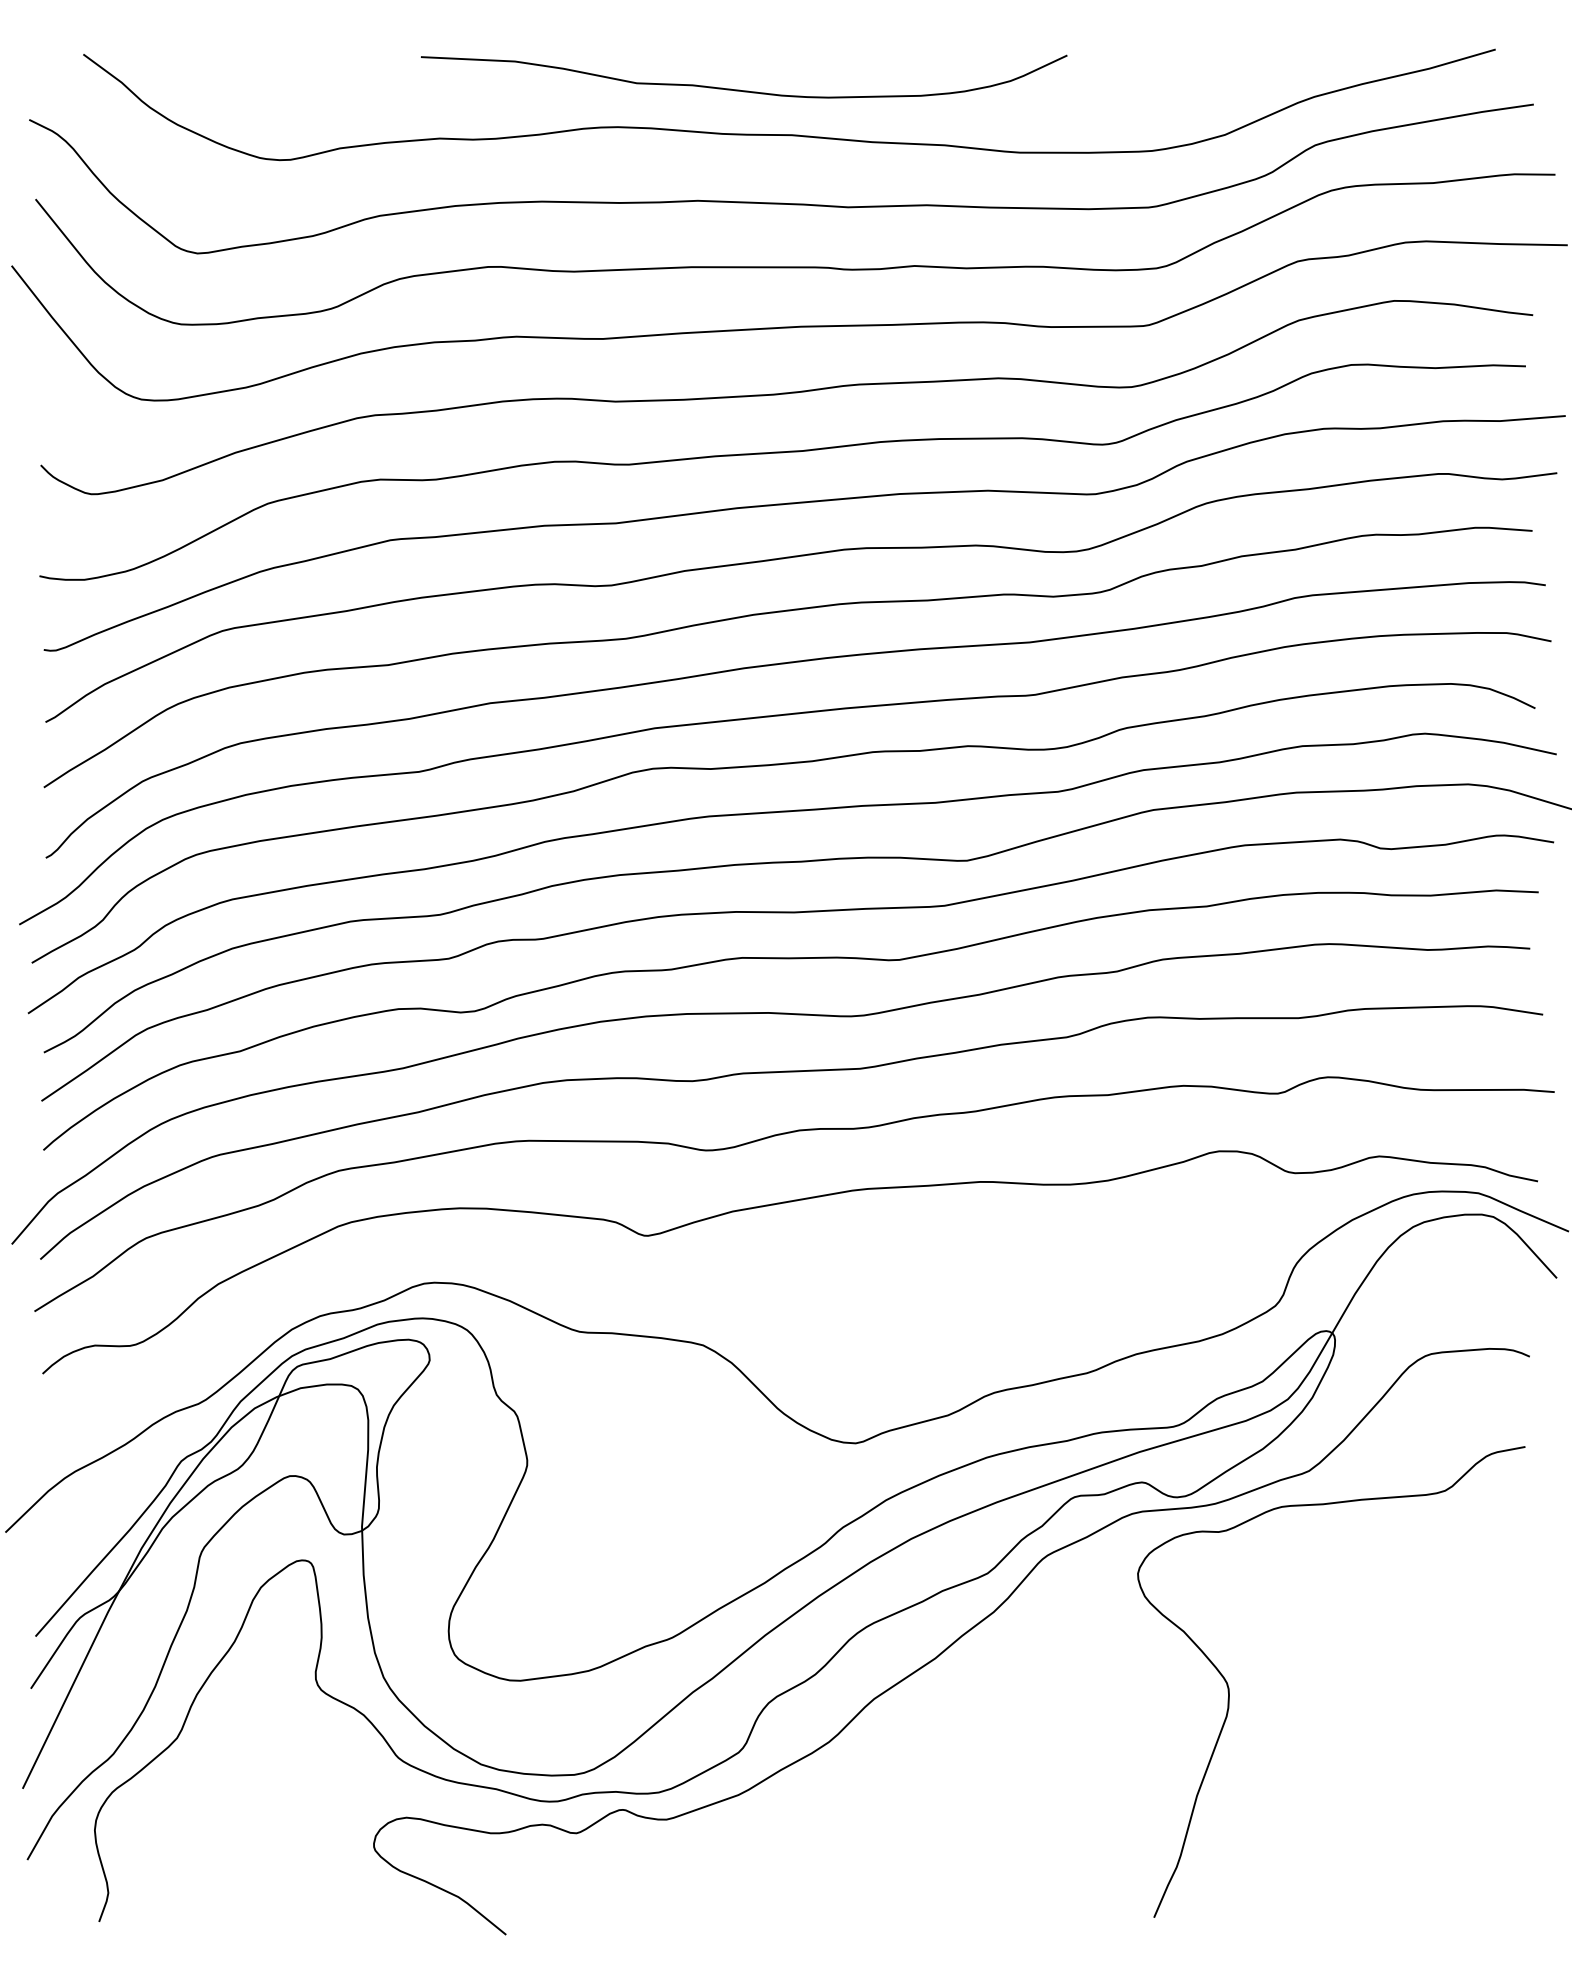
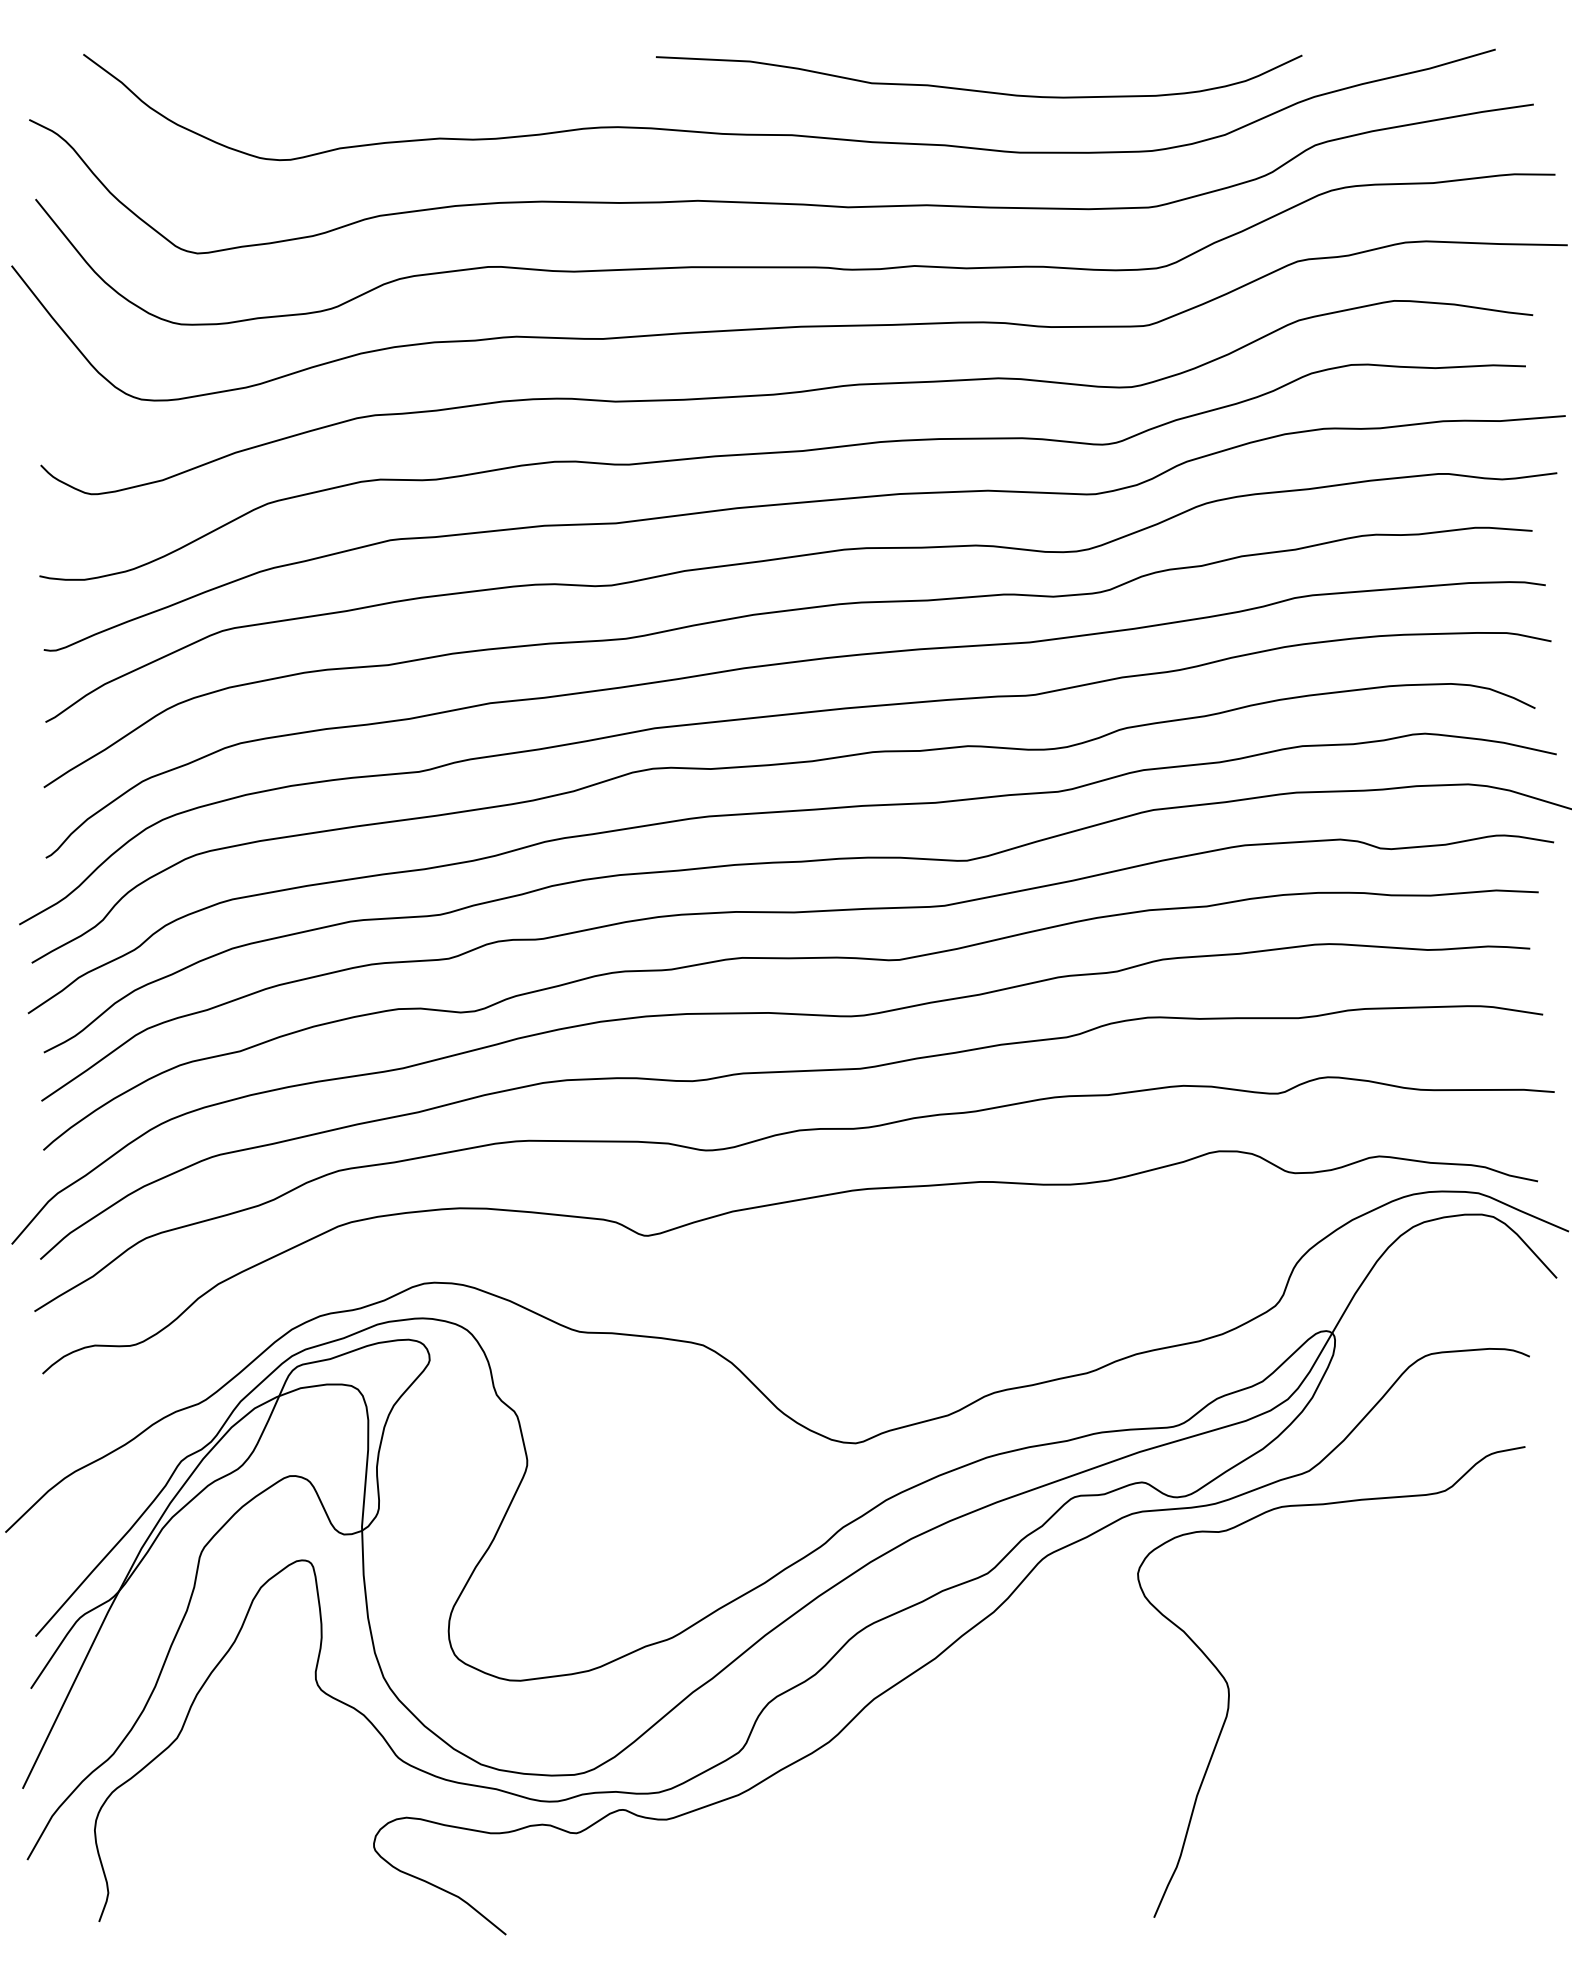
curve at (740, 89) position: (740, 89) -> (975, 89)
